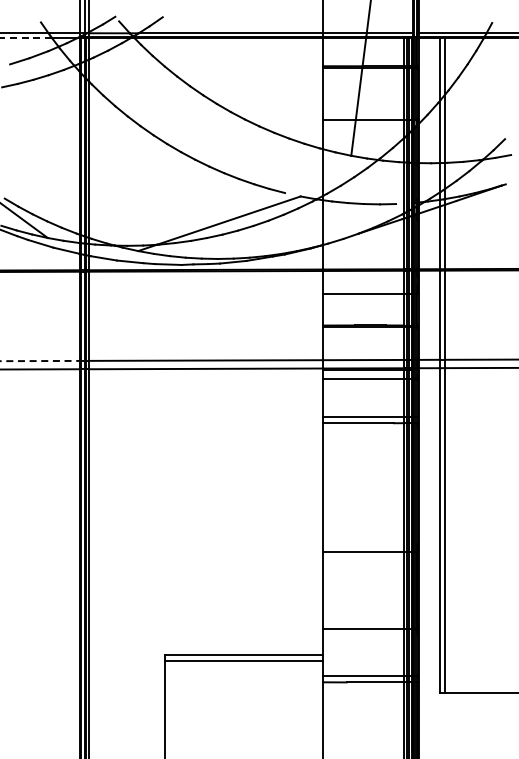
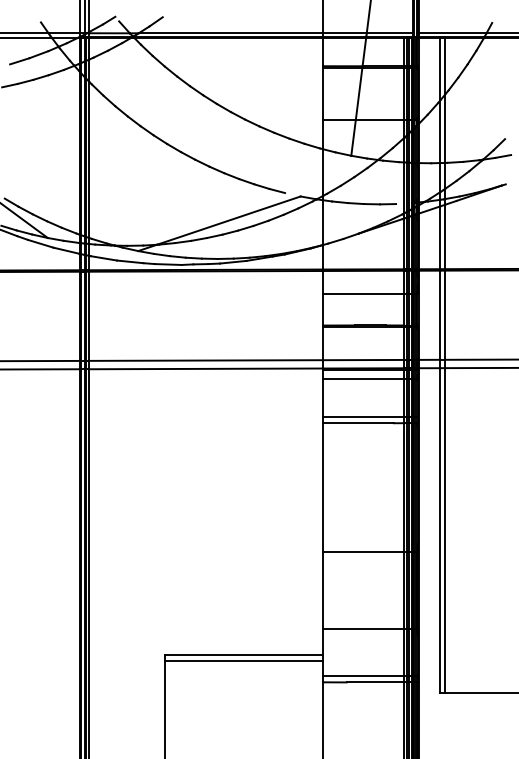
line at (26, 38): dashed -> solid
line at (40, 361): dashed -> solid
